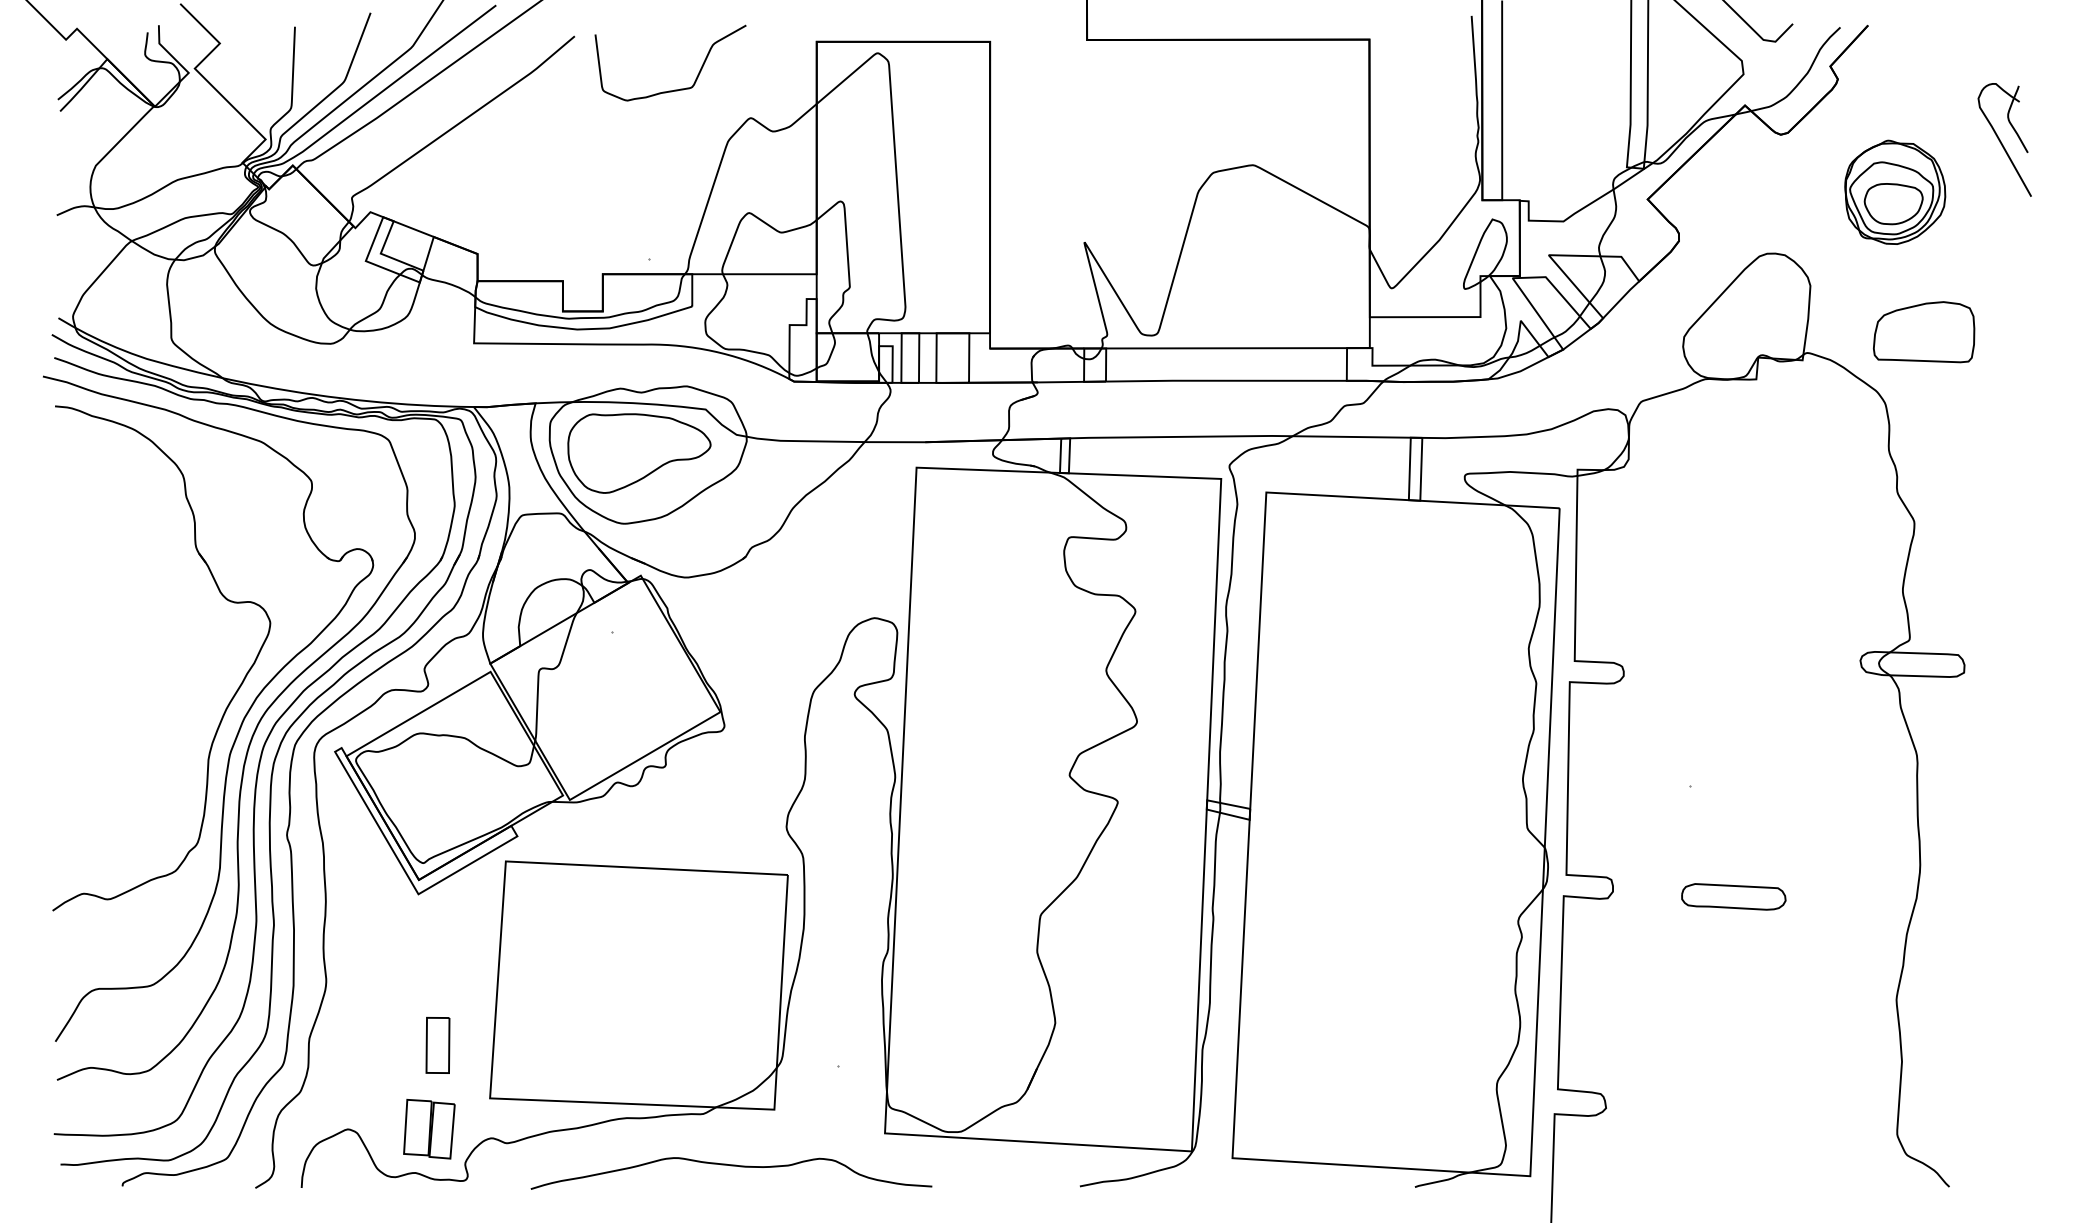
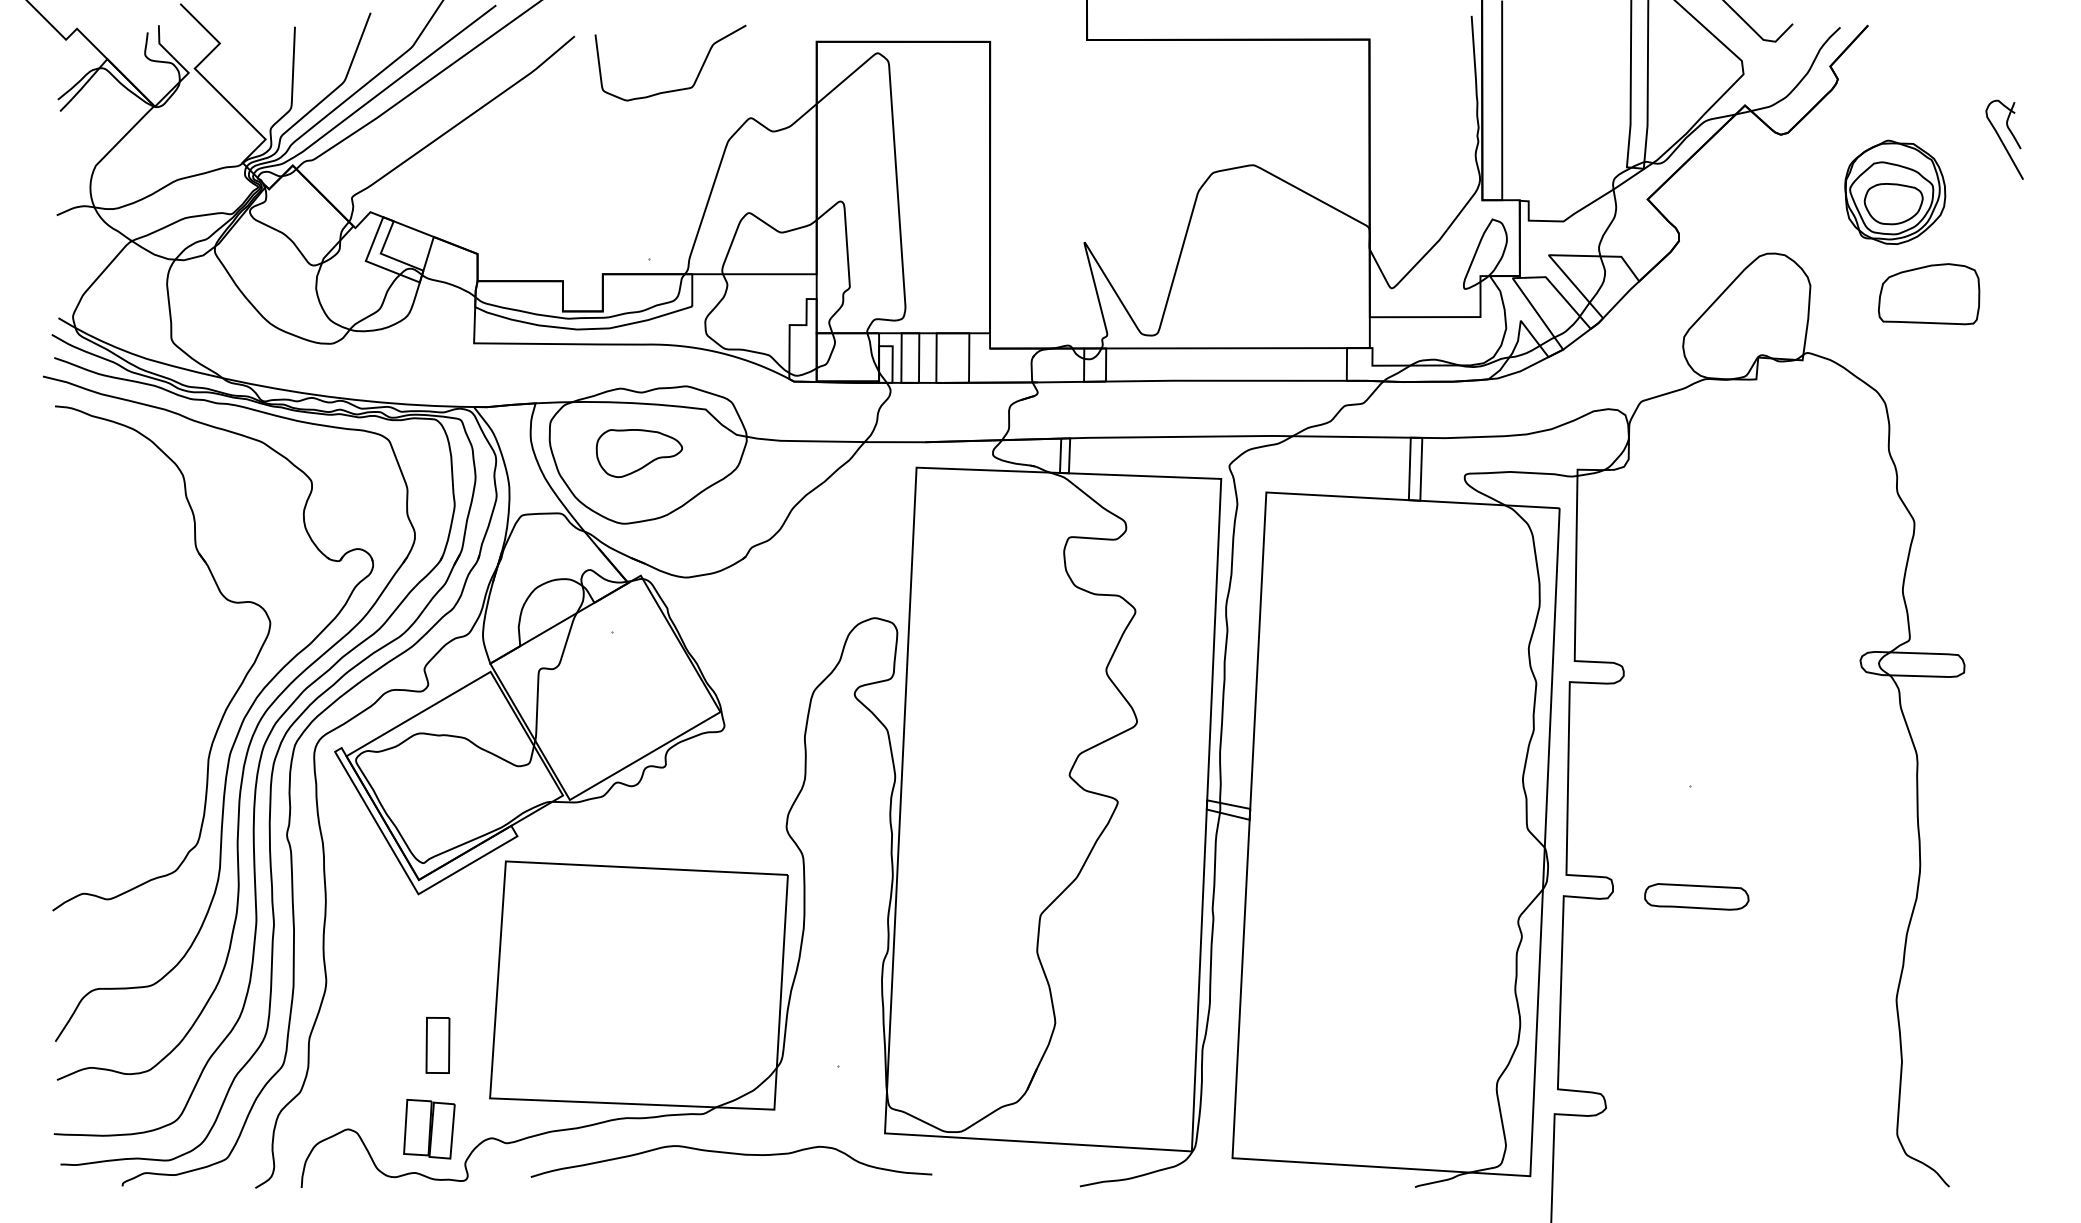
part at (2004, 139) size: 55x114 px -> 39x81 px
part at (1924, 332) position: (1924, 332) -> (1929, 294)
part at (639, 453) size: 145x81 px -> 89x50 px
part at (1733, 896) position: (1733, 896) -> (1696, 896)
curve at (731, 1166) position: (731, 1166) -> (731, 1154)
